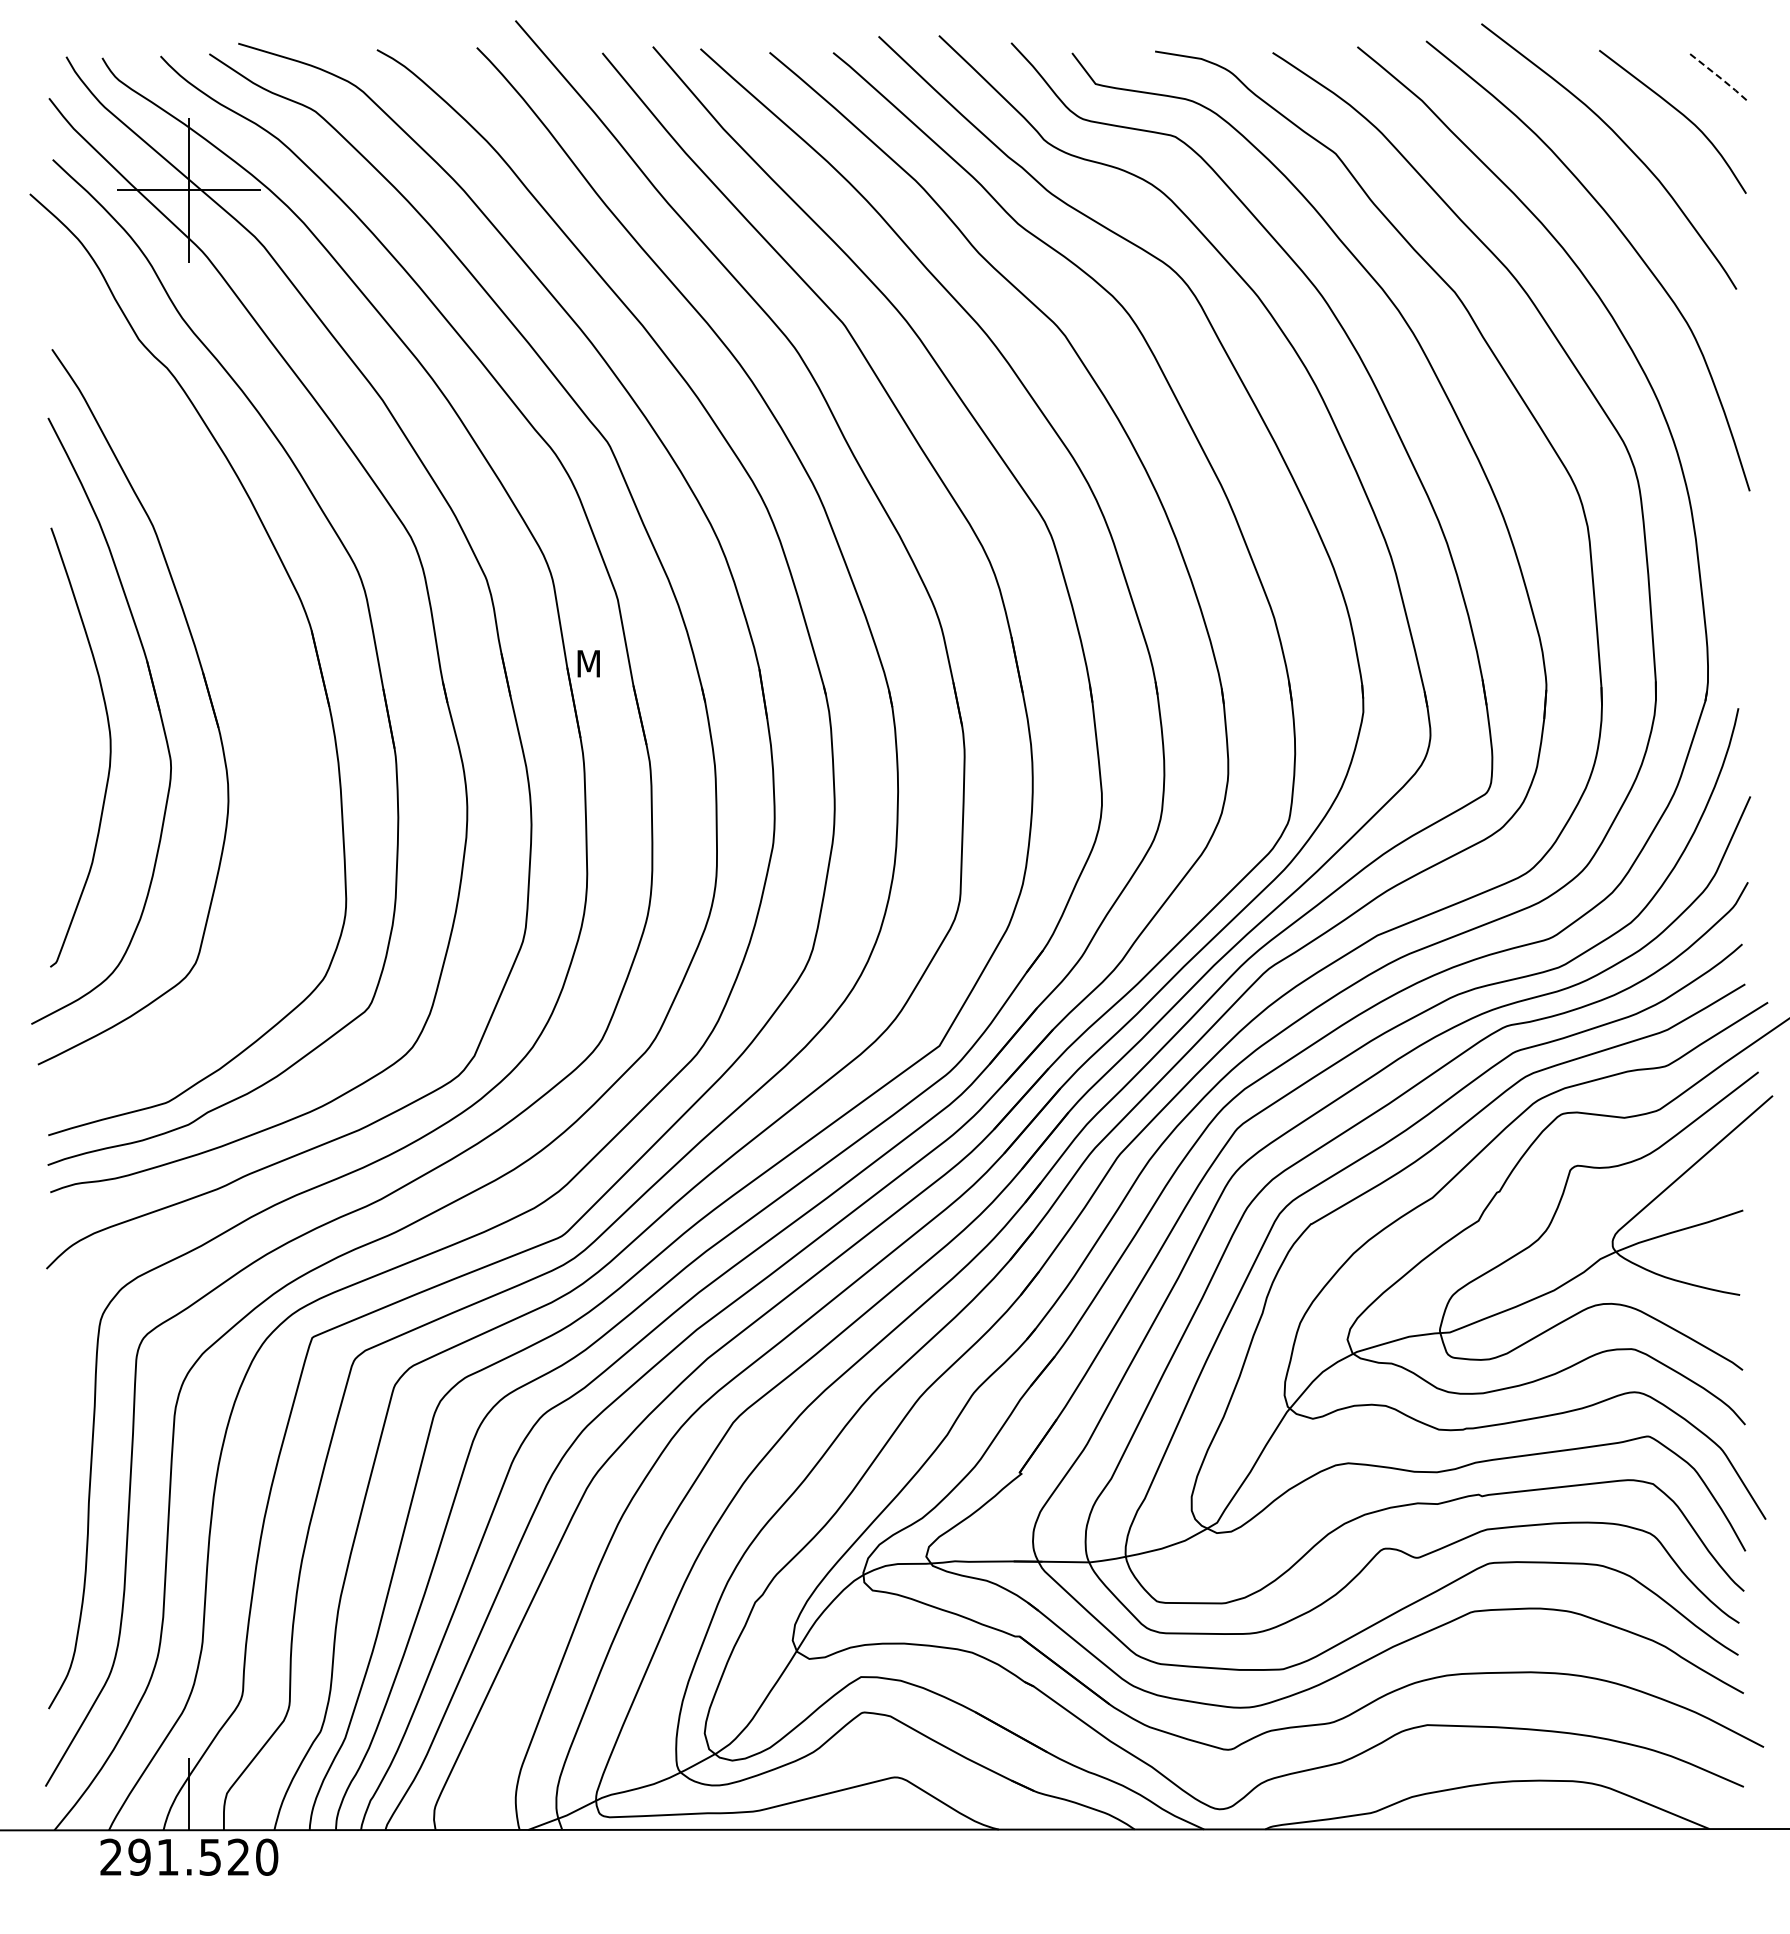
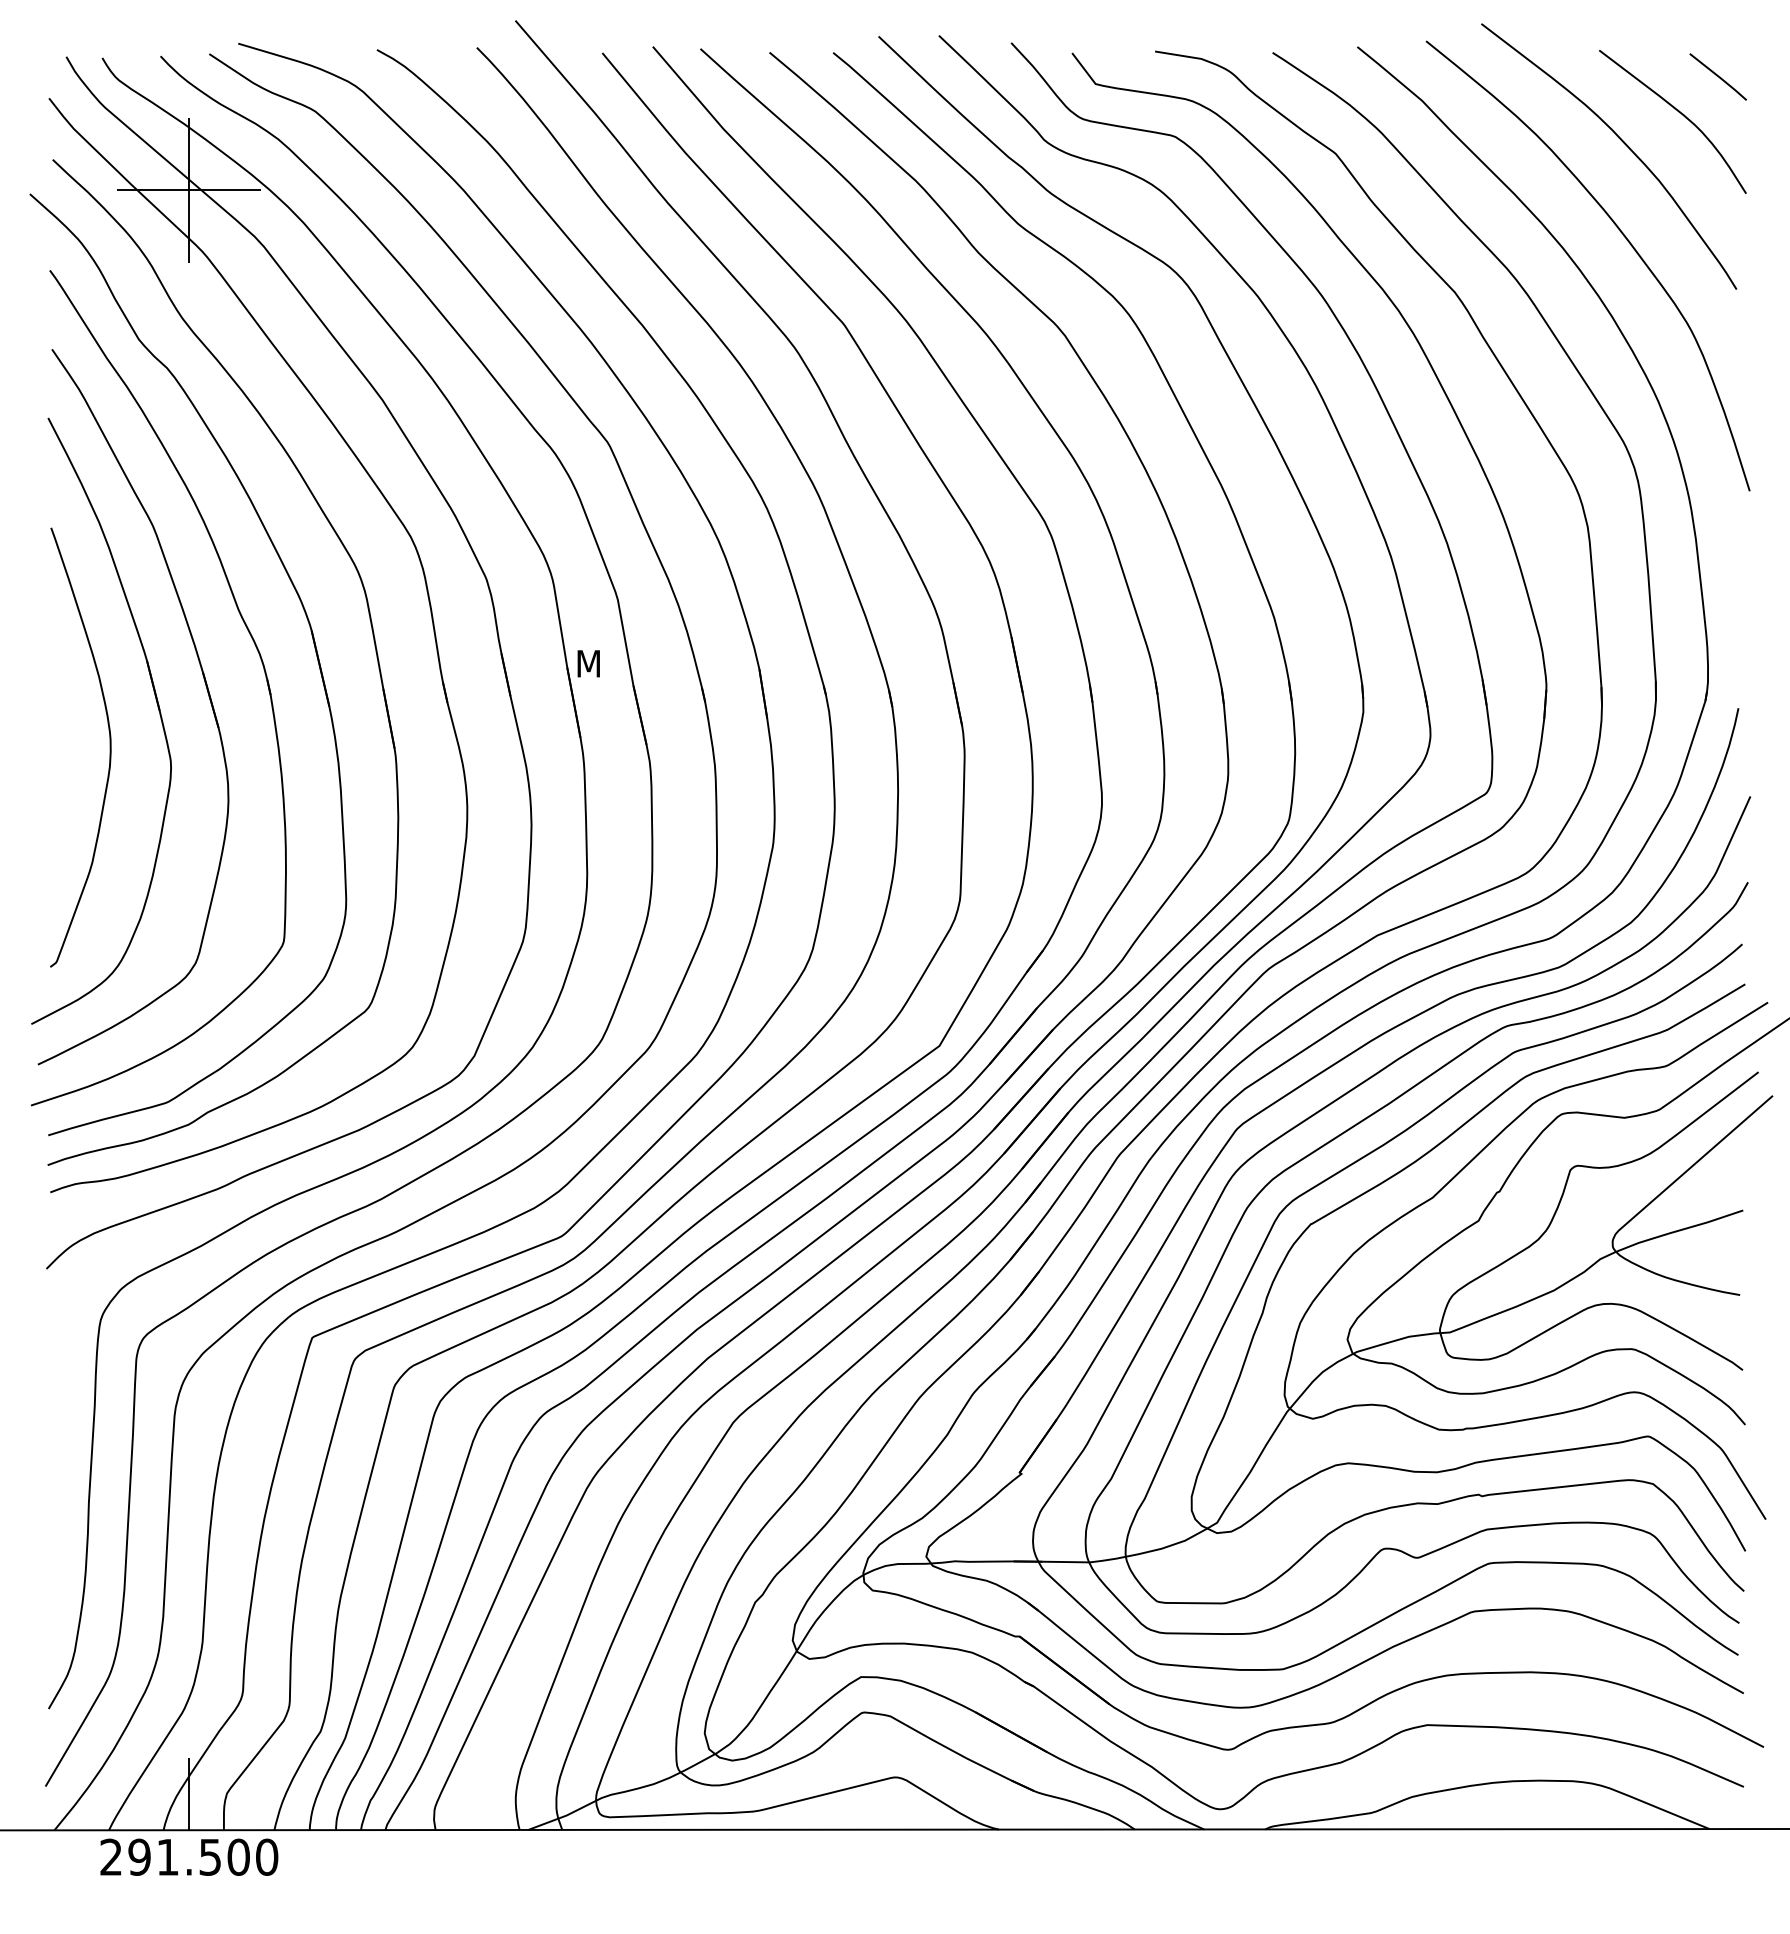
line at (1719, 76): dashed -> solid
part at (255, 647): none -> present
text at (238, 1856): 291.520 -> 291.500
